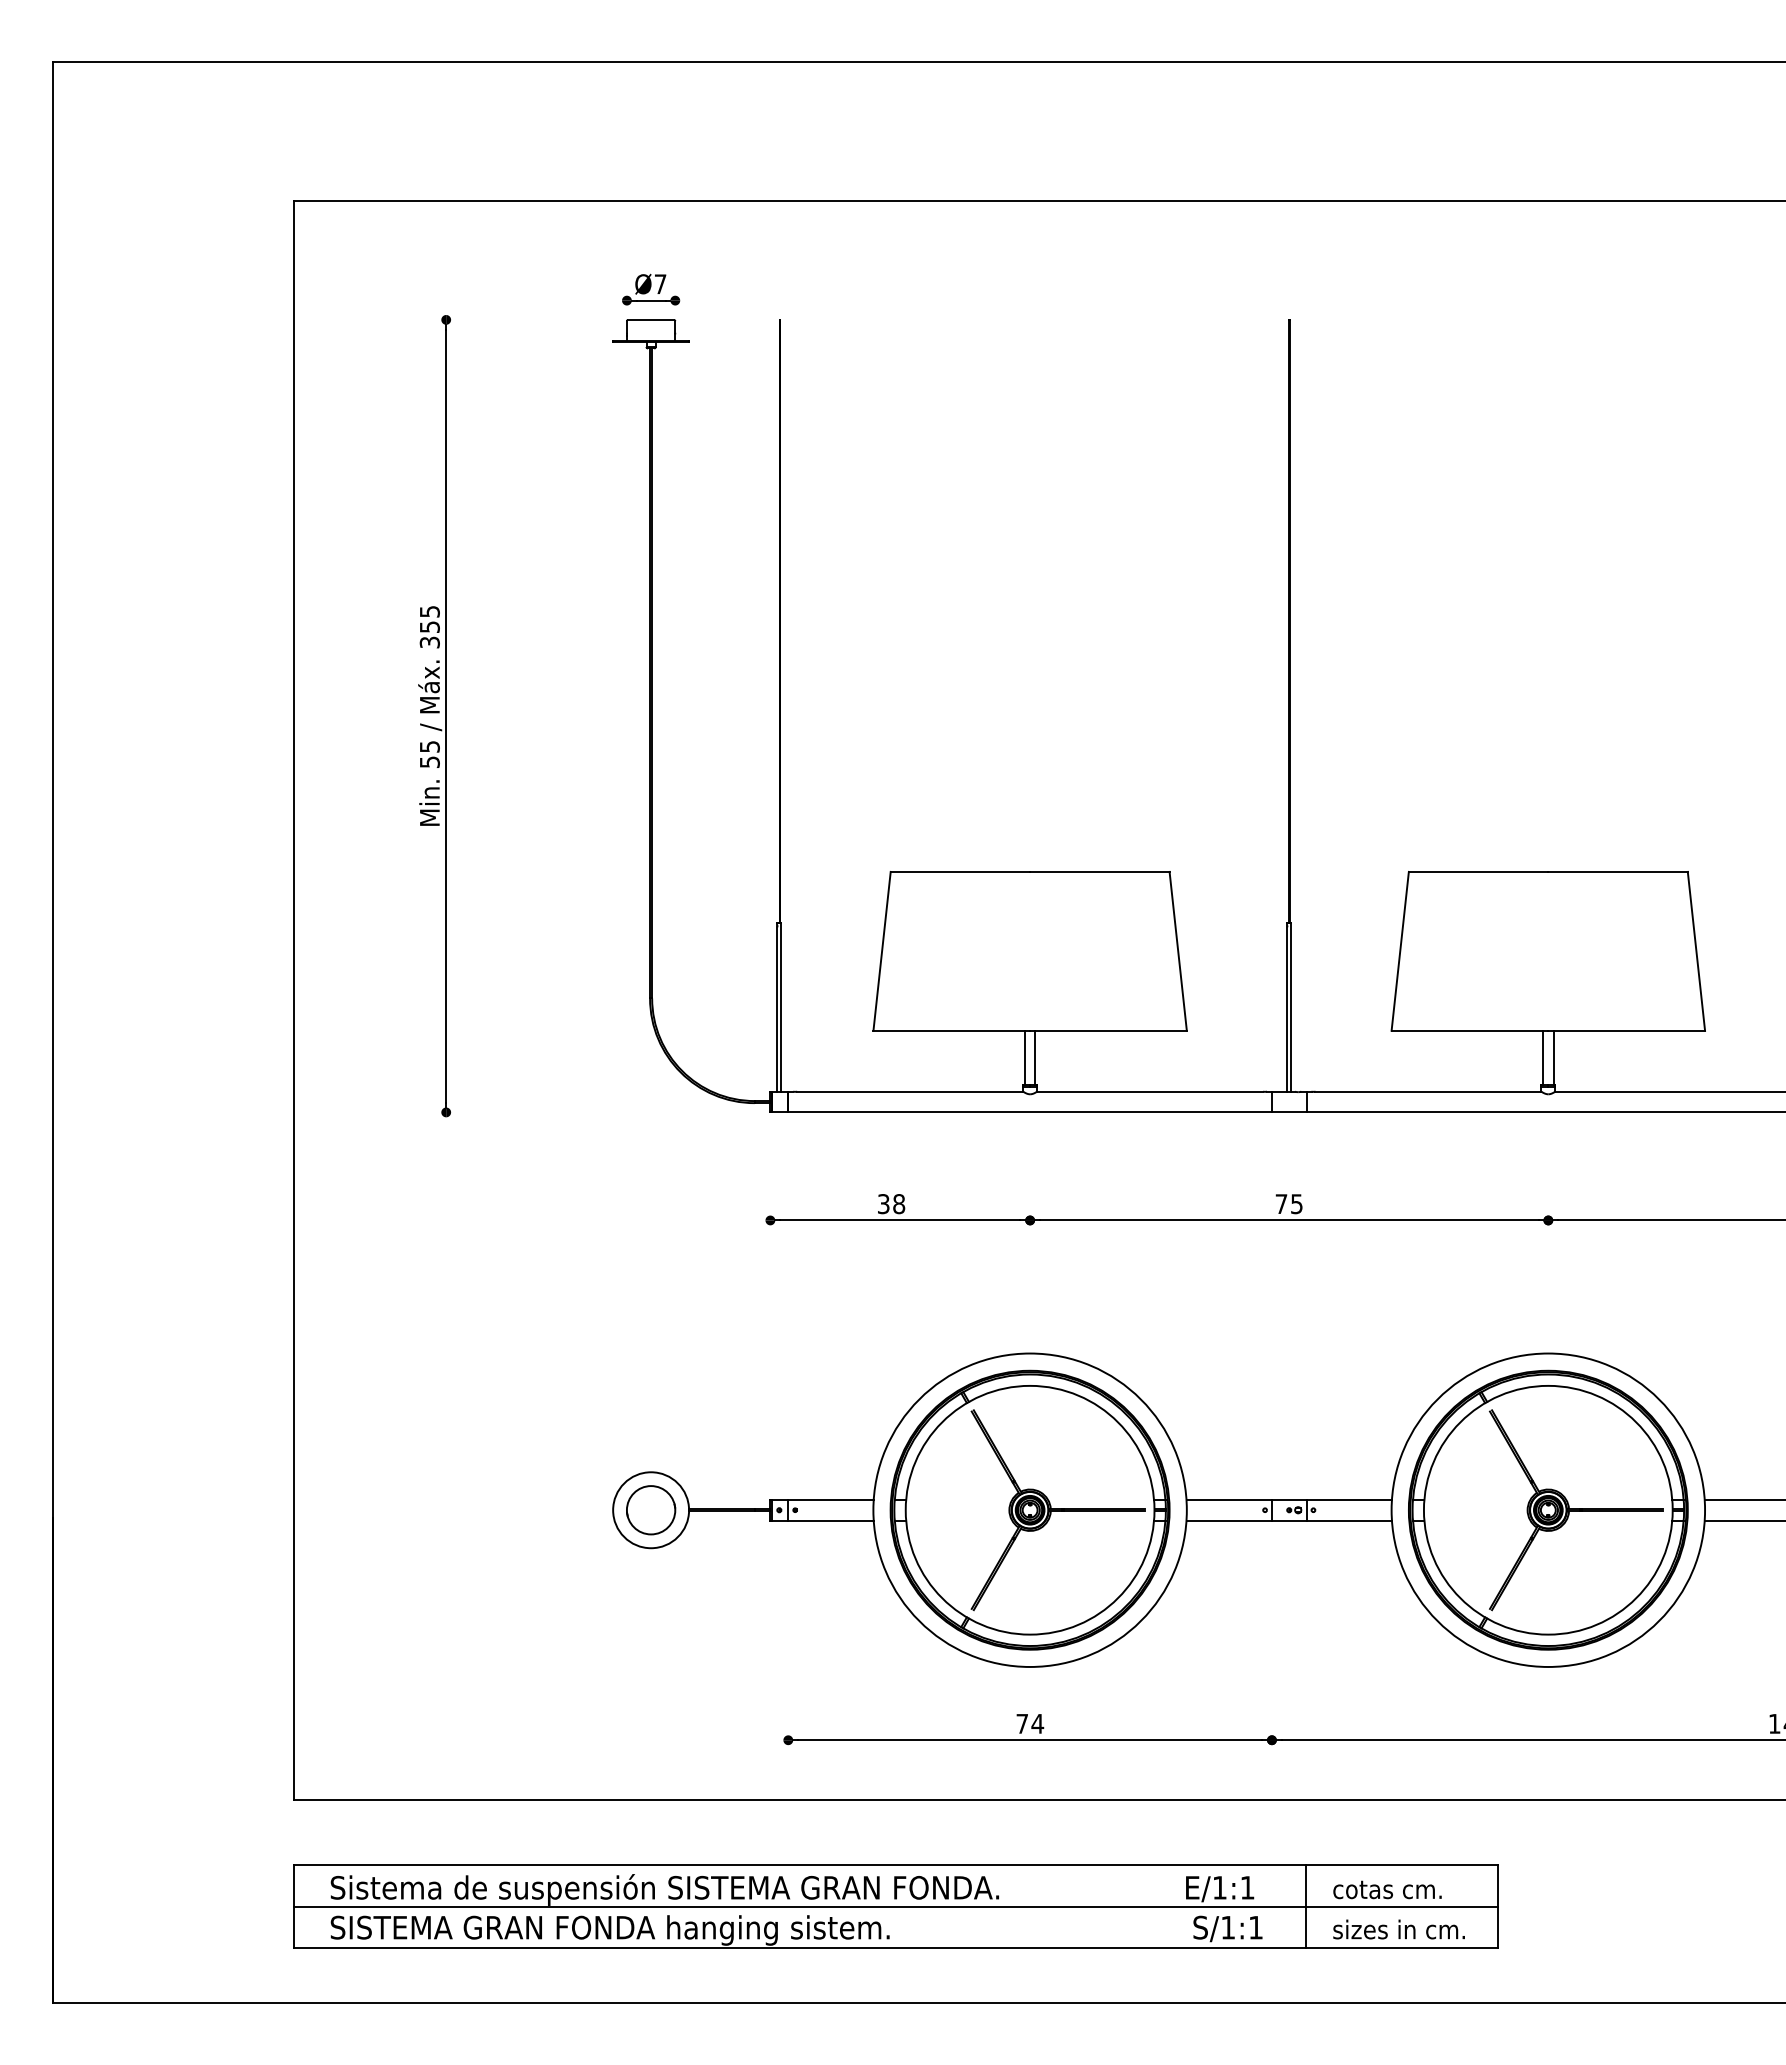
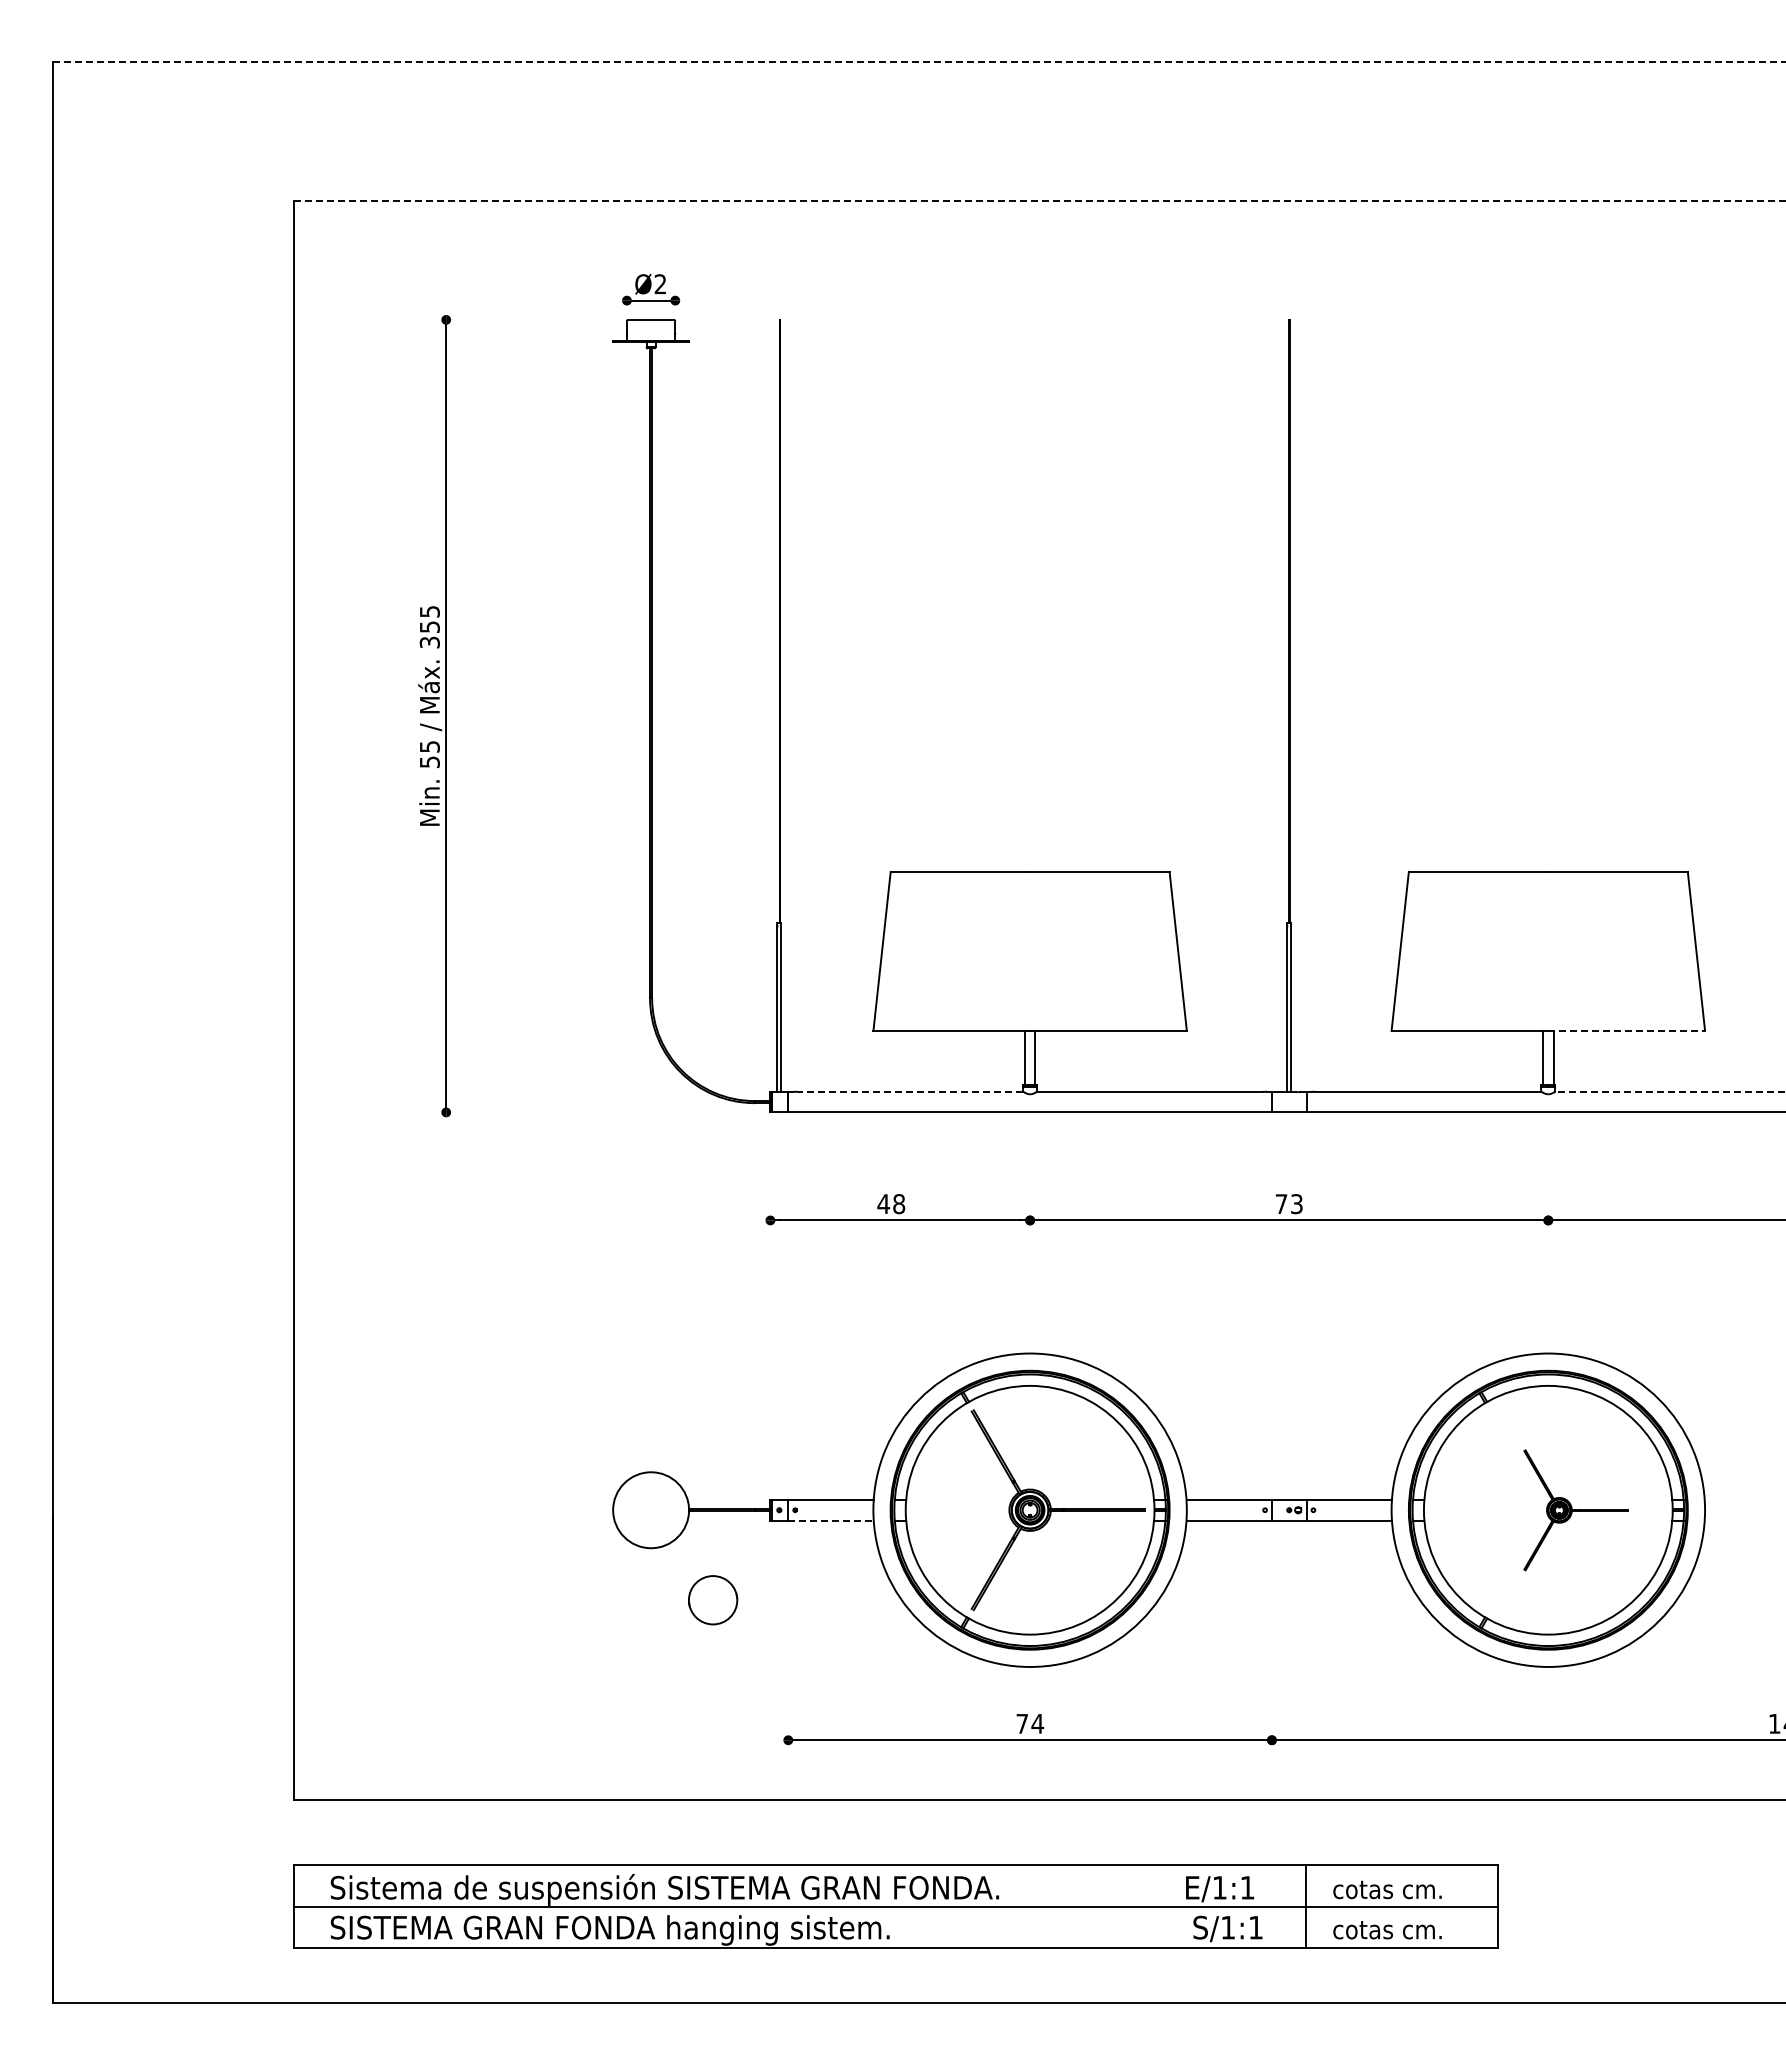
line at (919, 61): solid -> dashed
line at (1039, 200): solid -> dashed
text at (660, 283): Ø7 -> Ø2
line at (1627, 1030): solid -> dashed
line at (909, 1091): solid -> dashed
line at (1670, 1091): solid -> dashed
text at (1296, 1203): 75 -> 73
text at (883, 1204): 38 -> 48
line at (1743, 1499): present -> none
circle at (651, 1510) position: (651, 1510) -> (713, 1600)
part at (1575, 1510) size: 176x203 px -> 106x123 px
line at (831, 1520): solid -> dashed
line at (1743, 1520): present -> none
text at (1398, 1929): sizes in cm. -> cotas cm.
